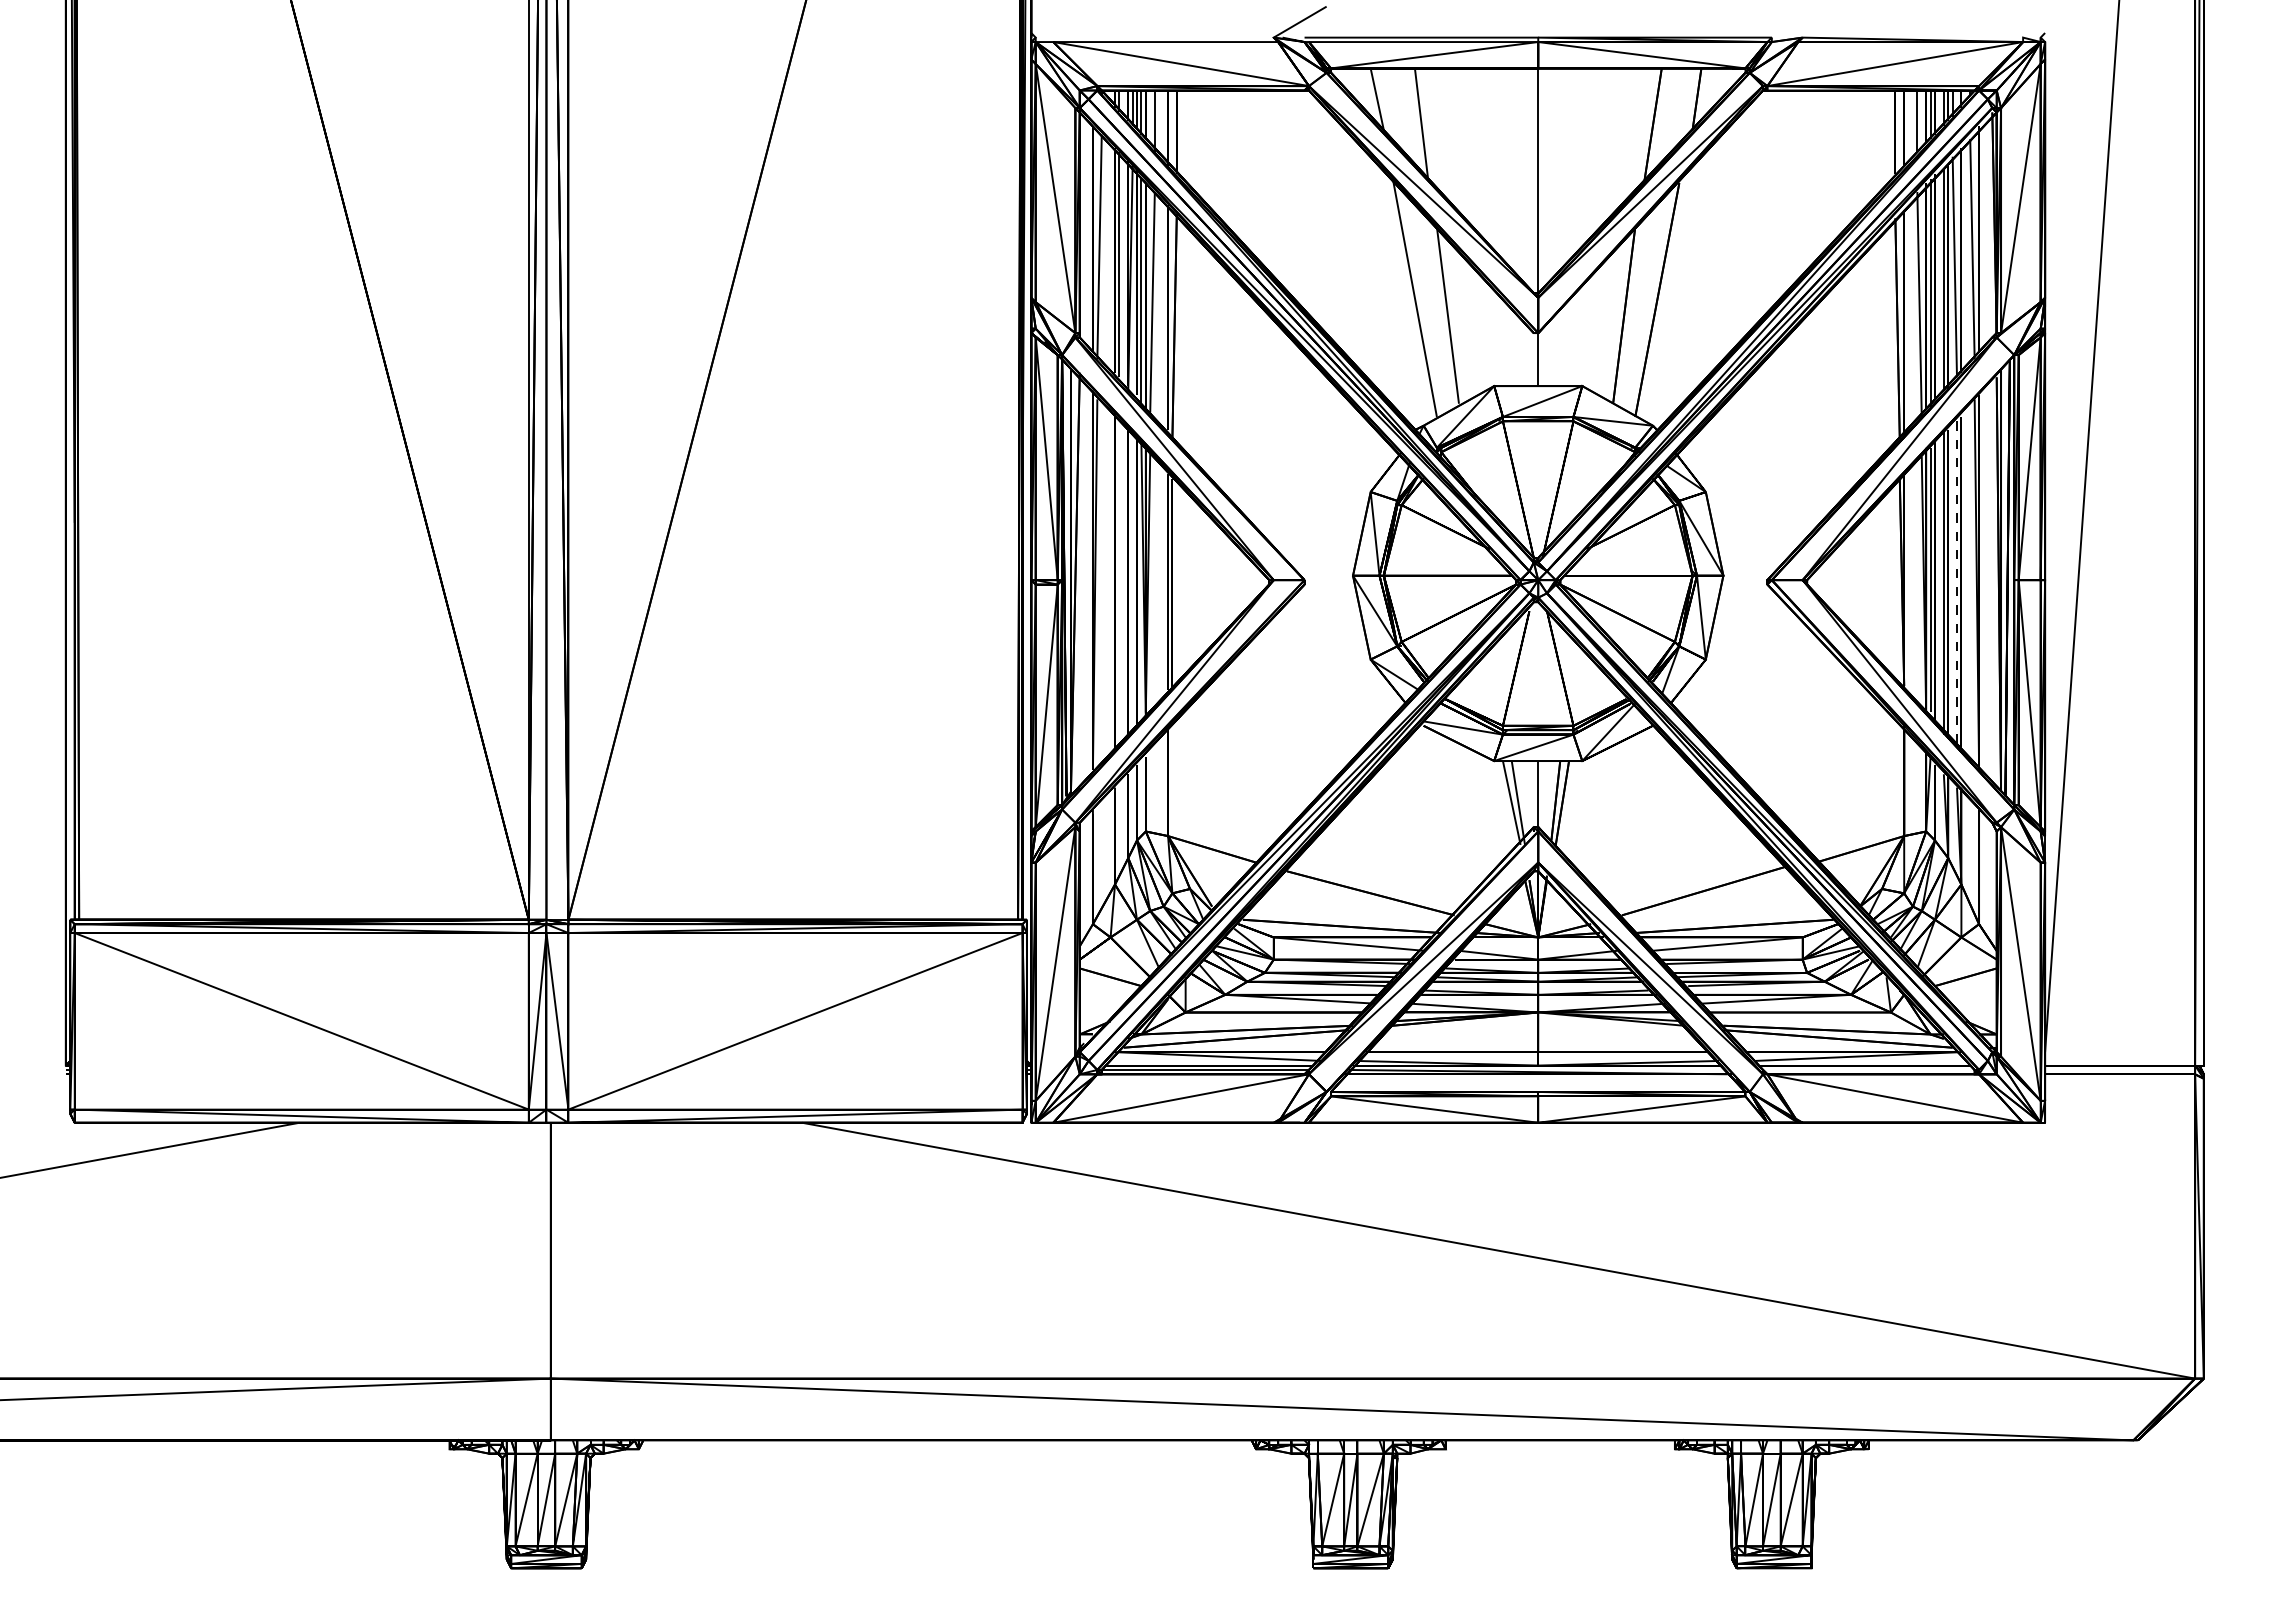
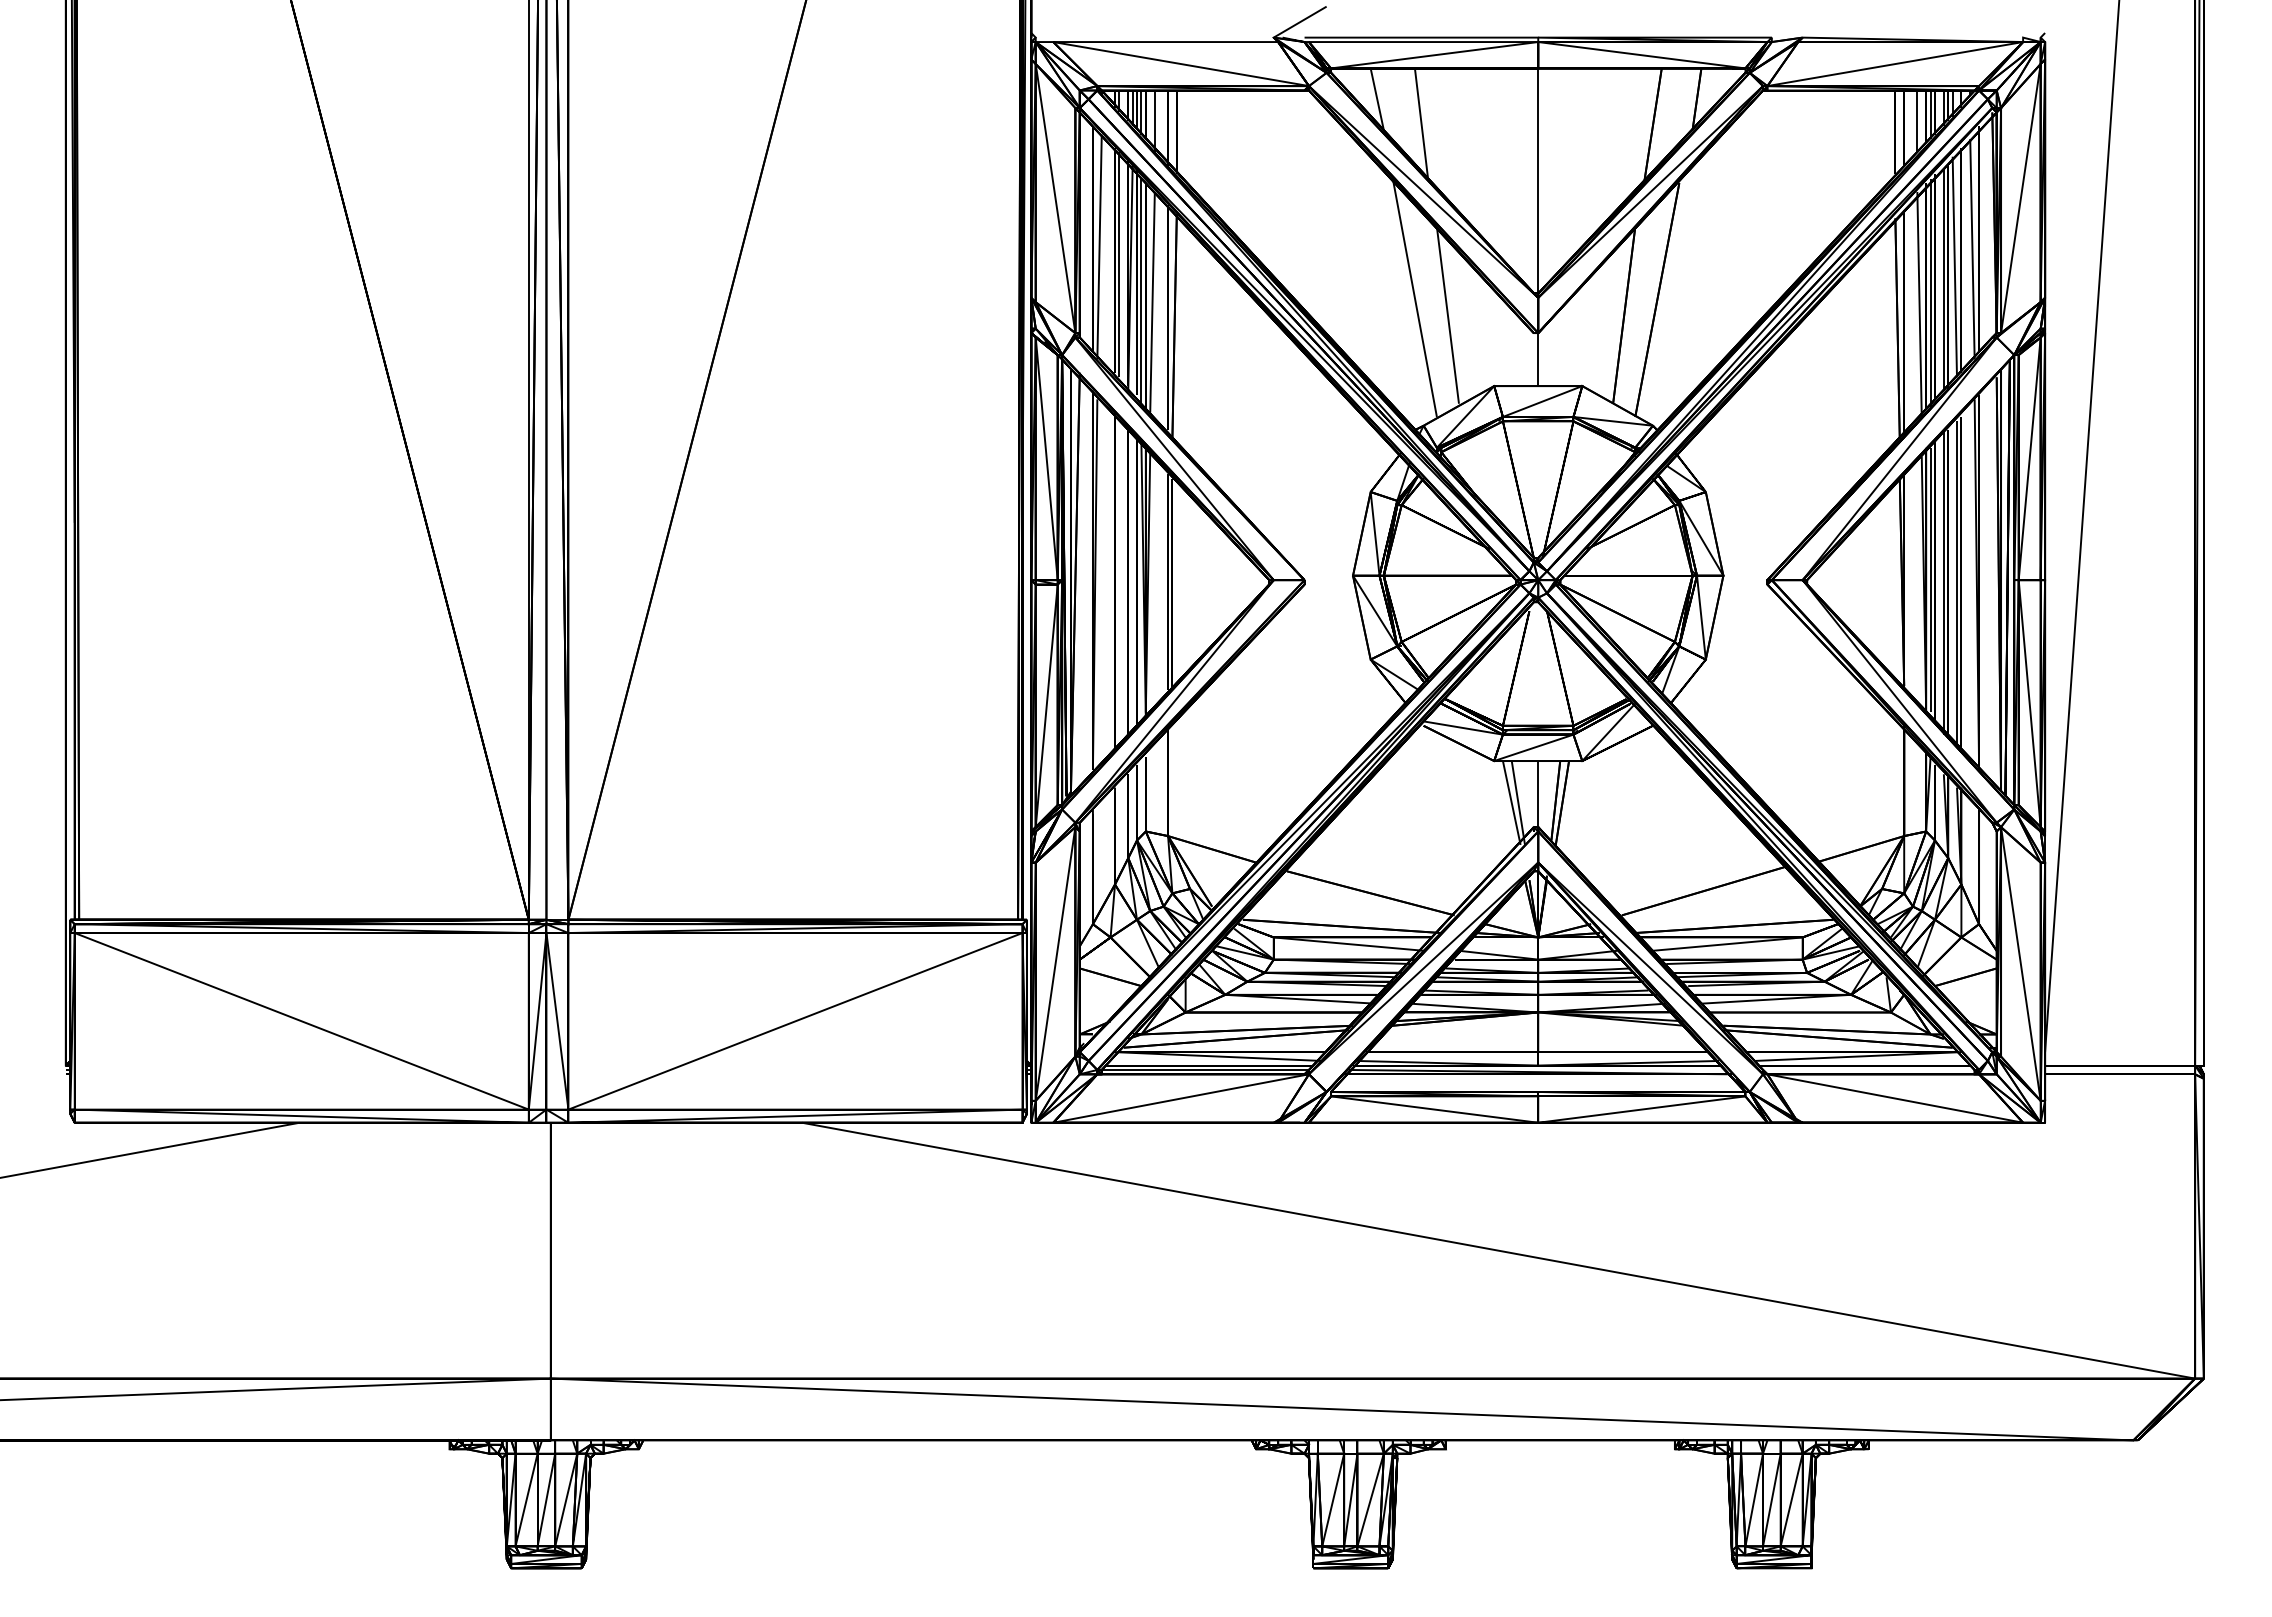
line at (1956, 585): dashed -> solid
